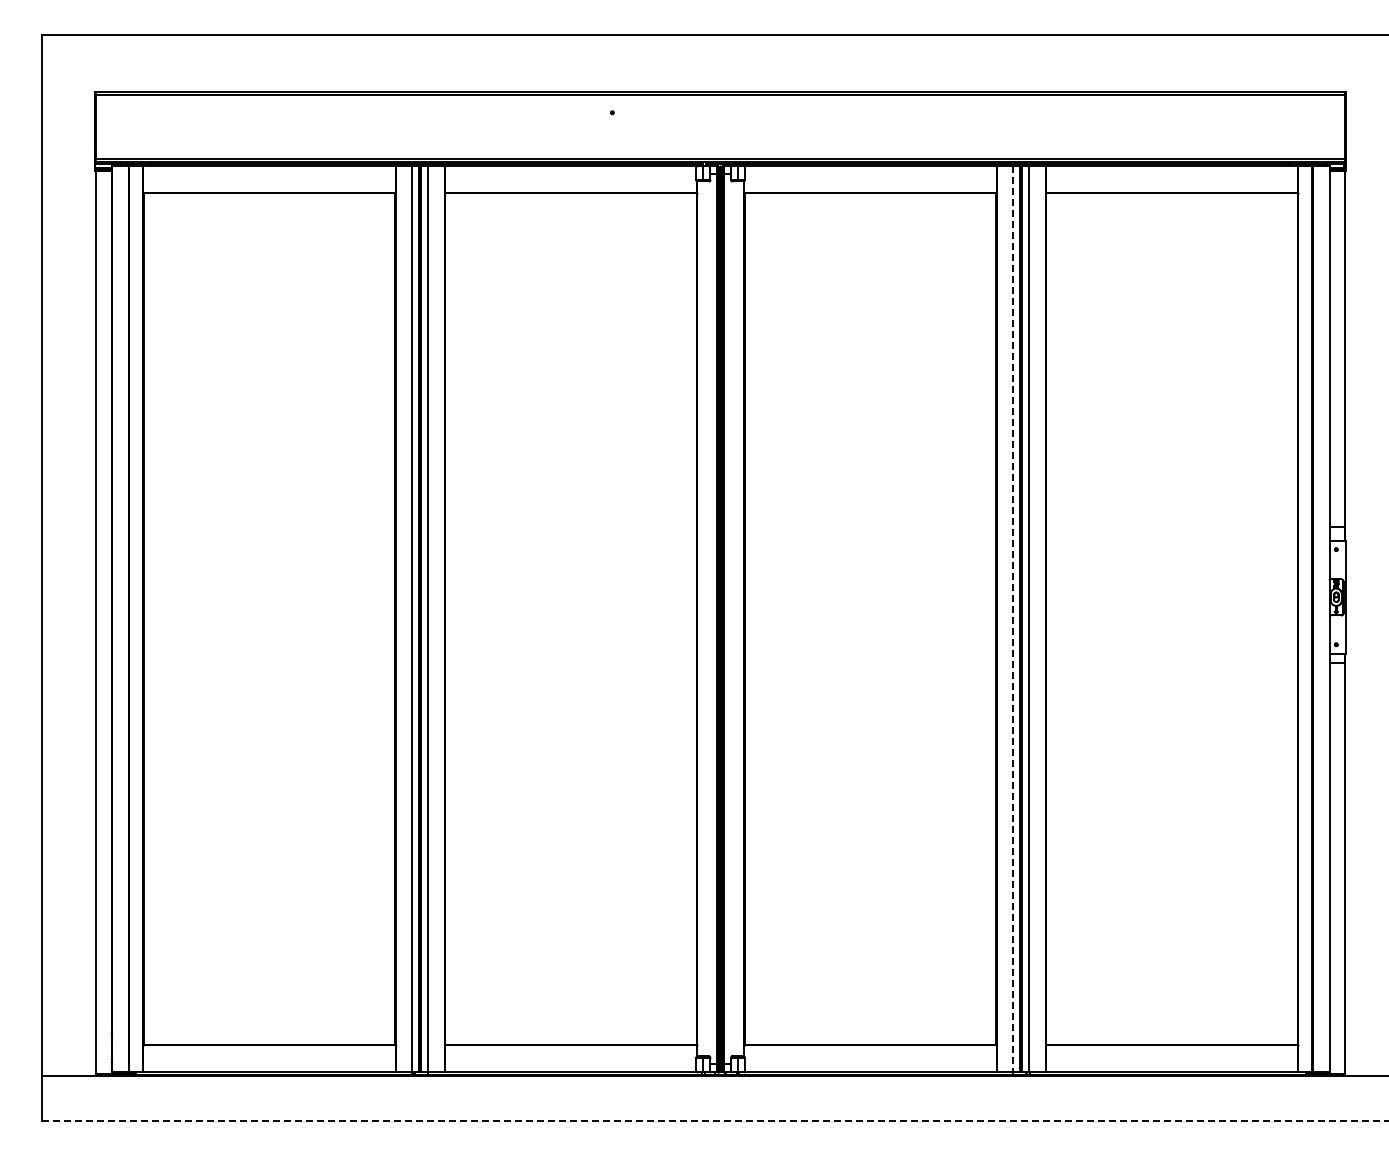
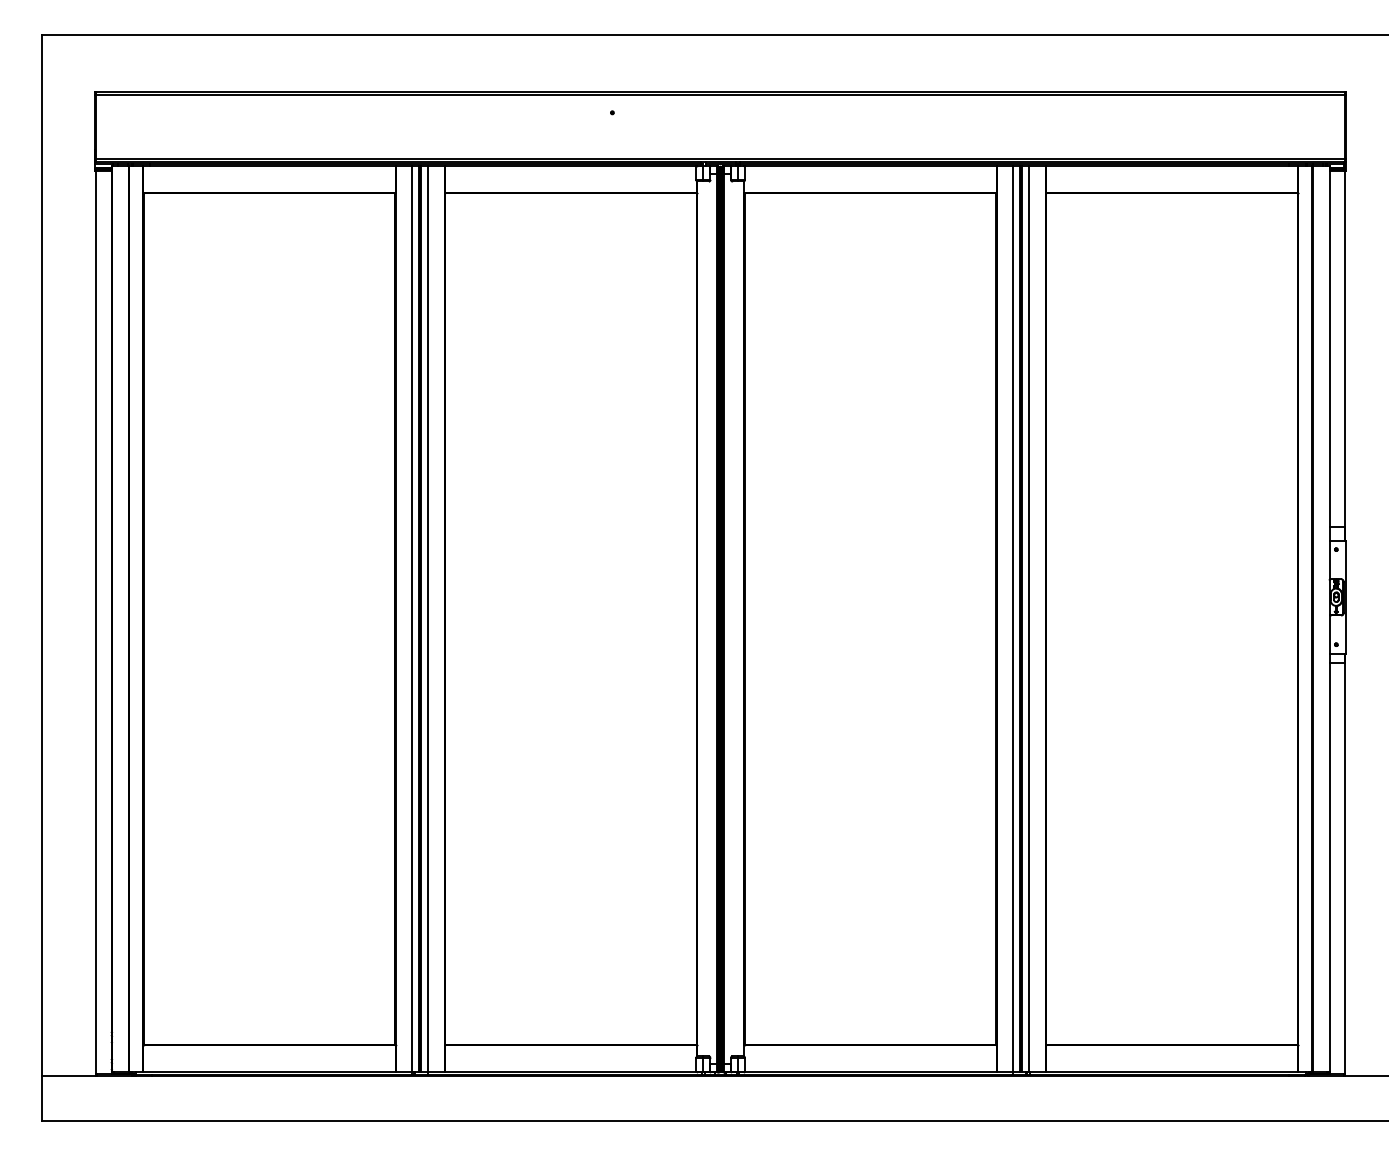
line at (1013, 619): dashed -> solid
line at (715, 1121): dashed -> solid
